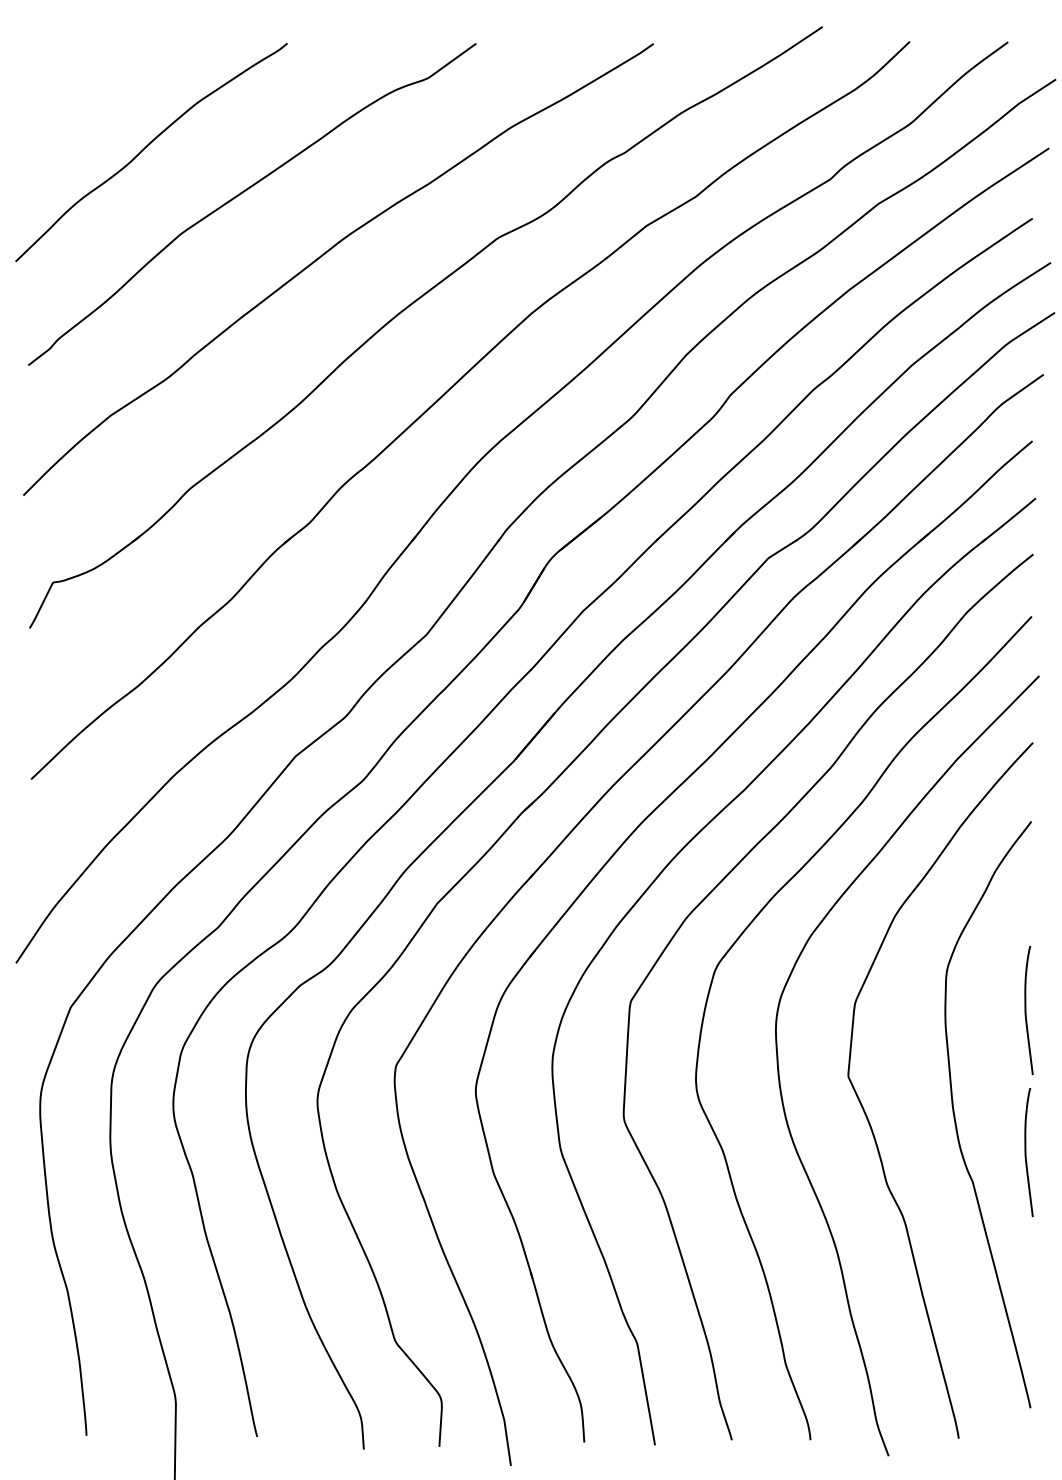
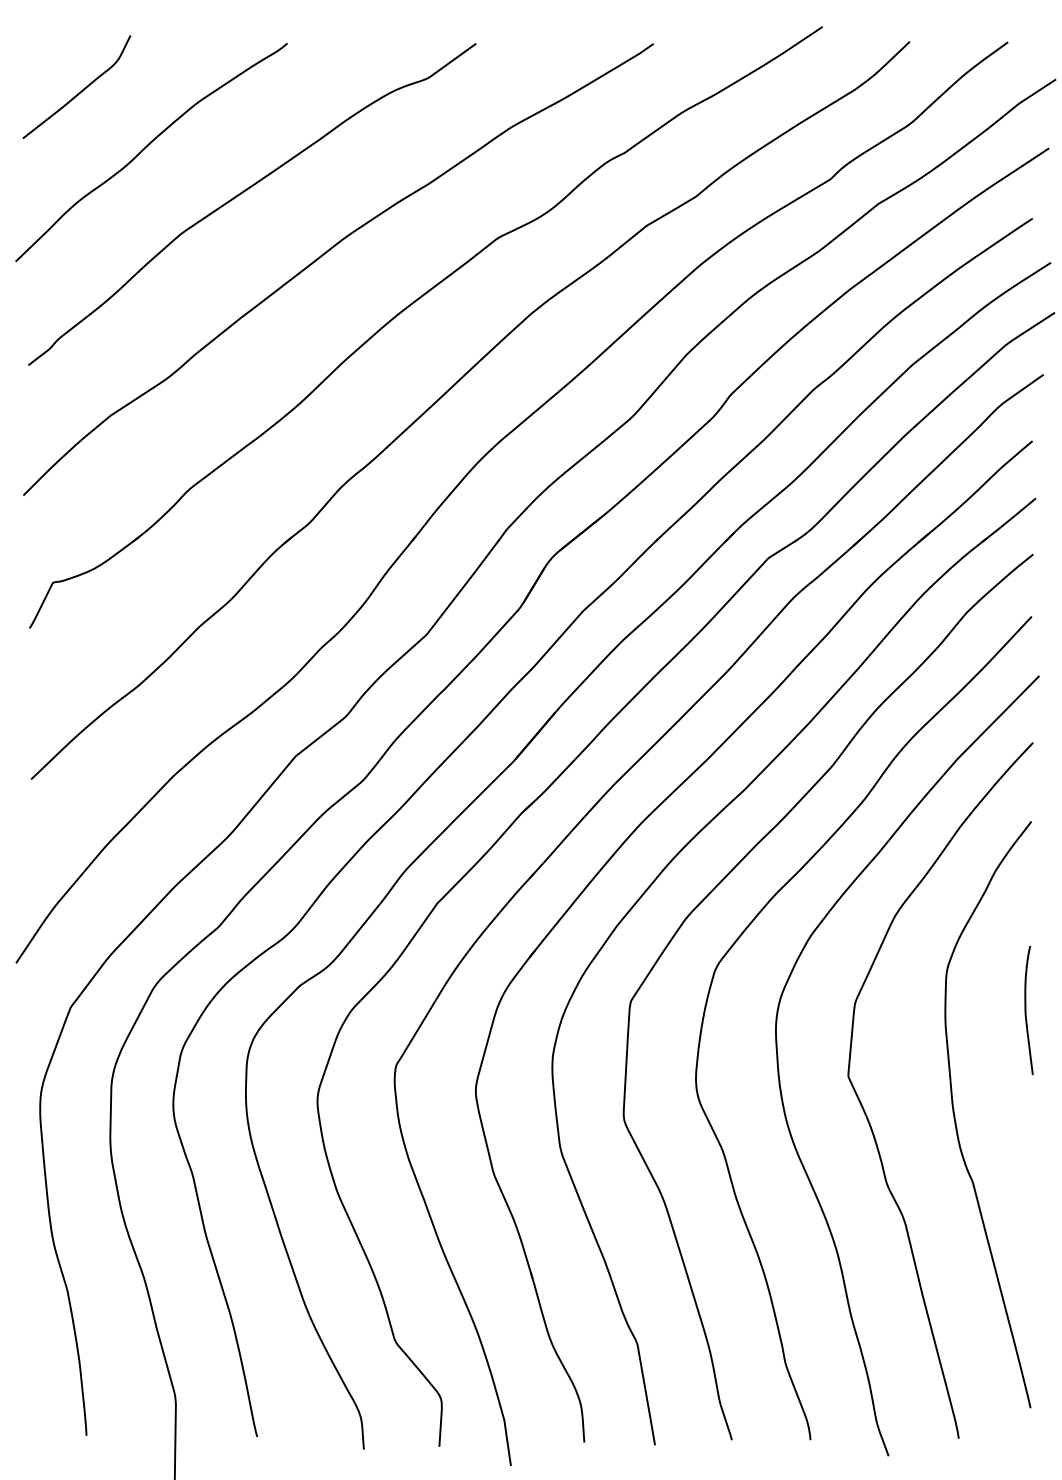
curve at (78, 92): none -> present
curve at (1026, 1152): present -> none
